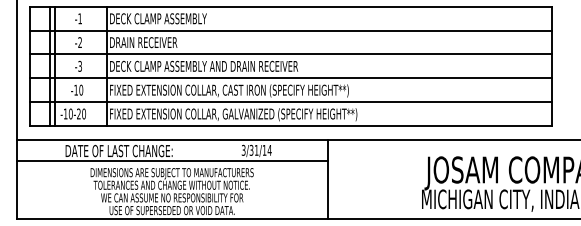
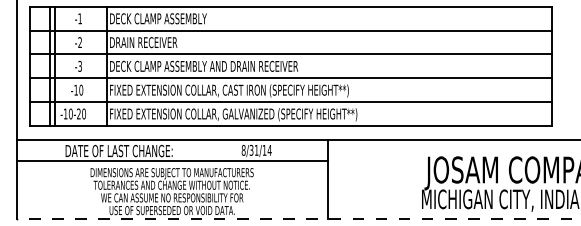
text at (243, 150): 3/31/14 -> 8/31/14
line at (298, 219): solid -> dashed
